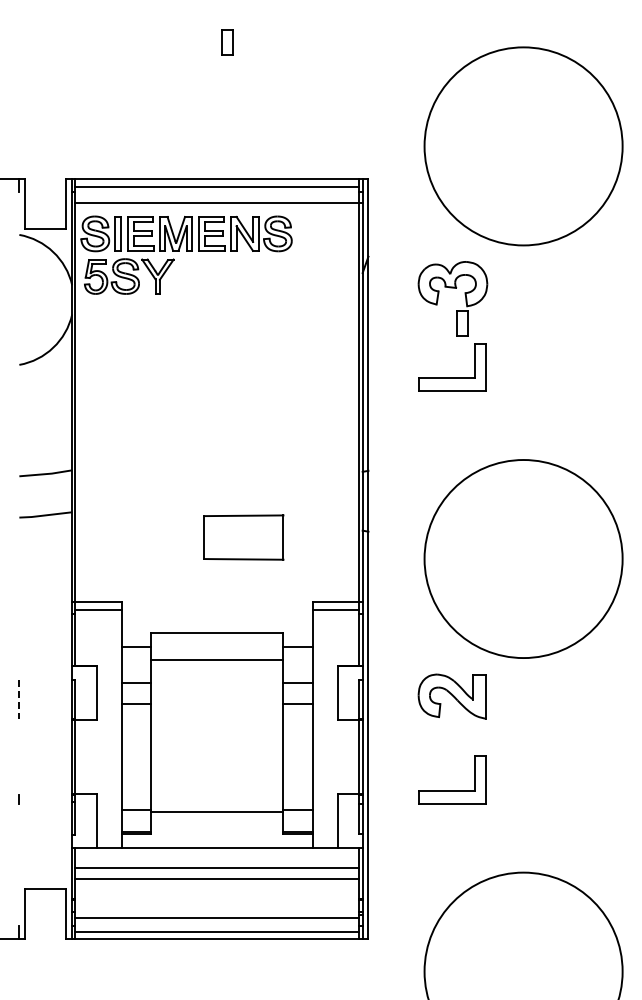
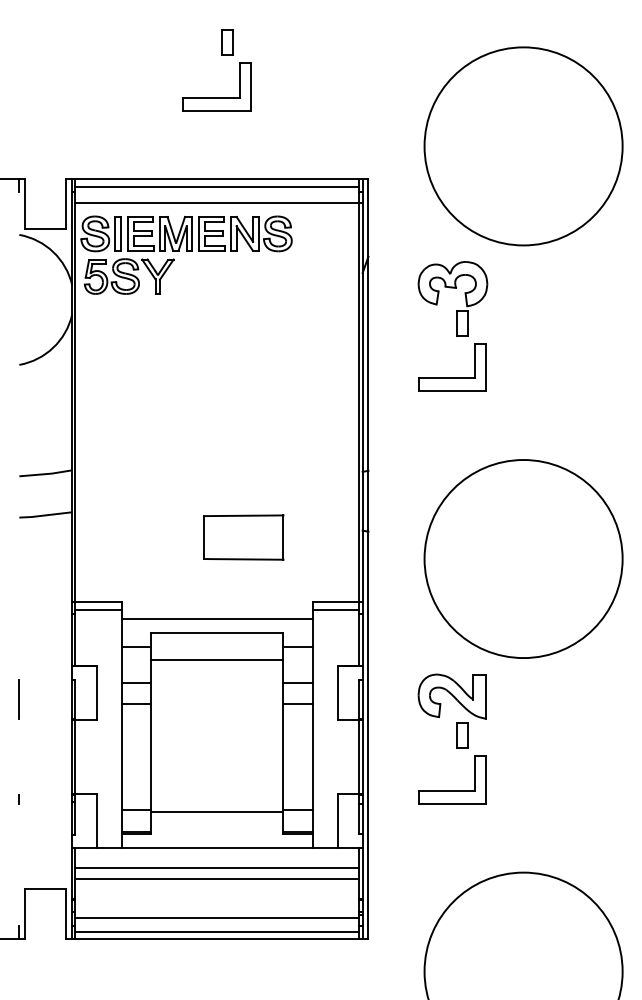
part at (216, 97): none -> present
line at (217, 619): none -> present
line at (19, 699): dashed -> solid
part at (462, 735): none -> present
